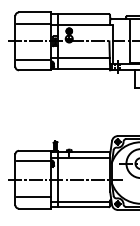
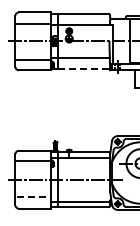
line at (83, 68): solid -> dashed
line at (34, 197): solid -> dashed
